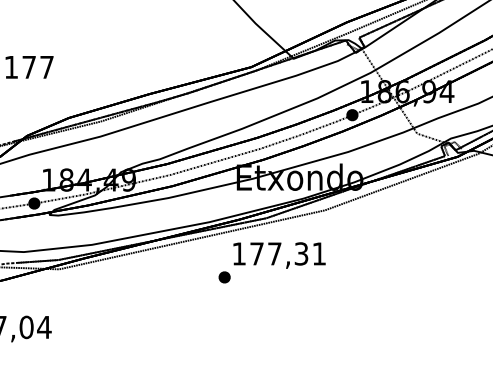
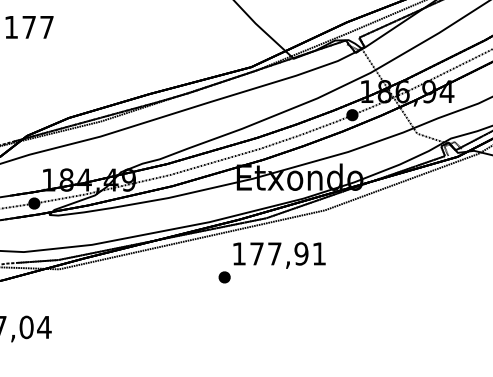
text at (29, 67) position: (29, 67) -> (29, 27)
text at (301, 253): 177,31 -> 177,91
